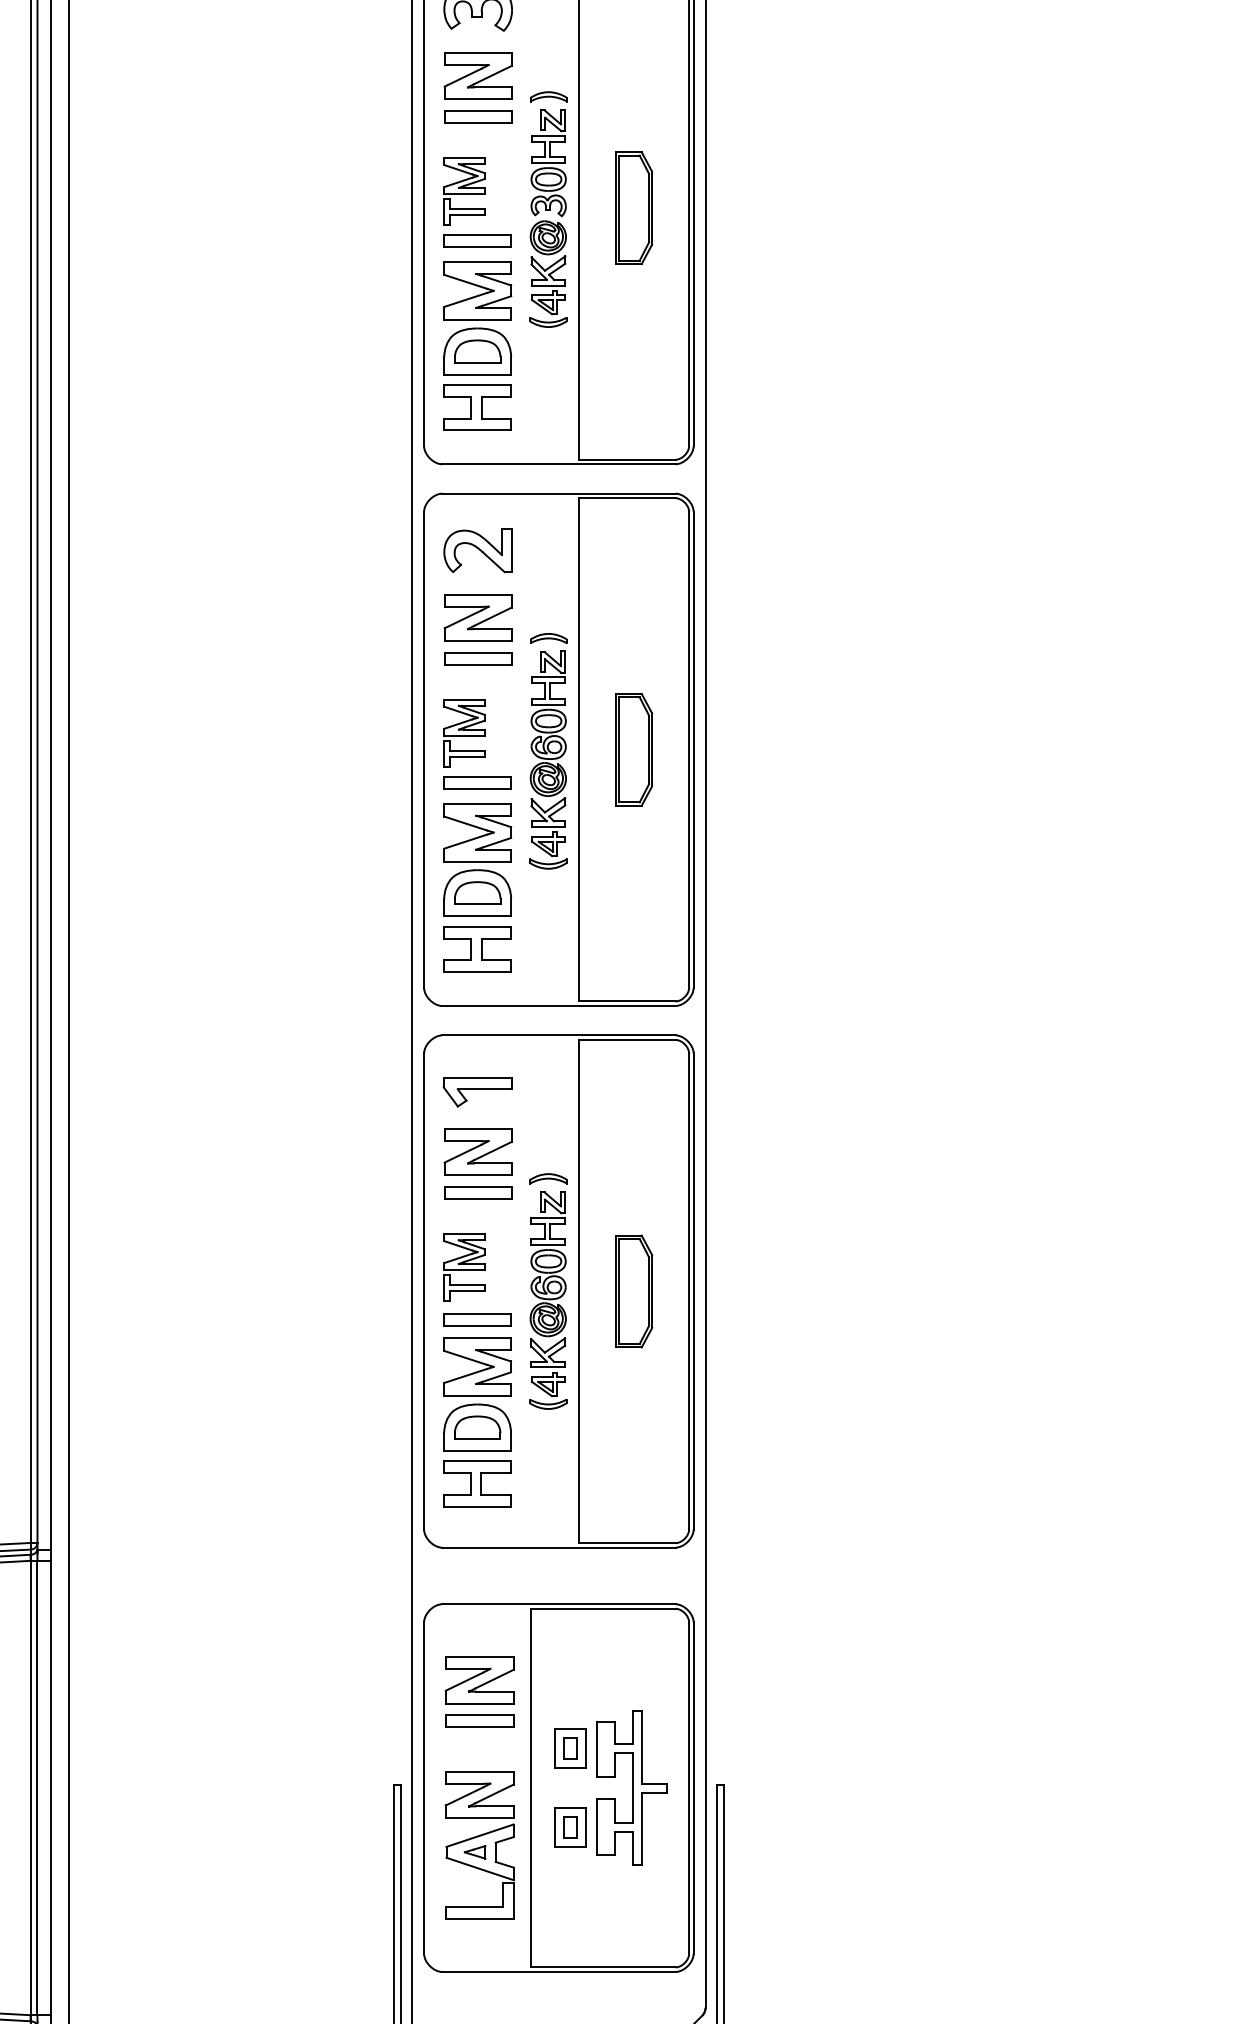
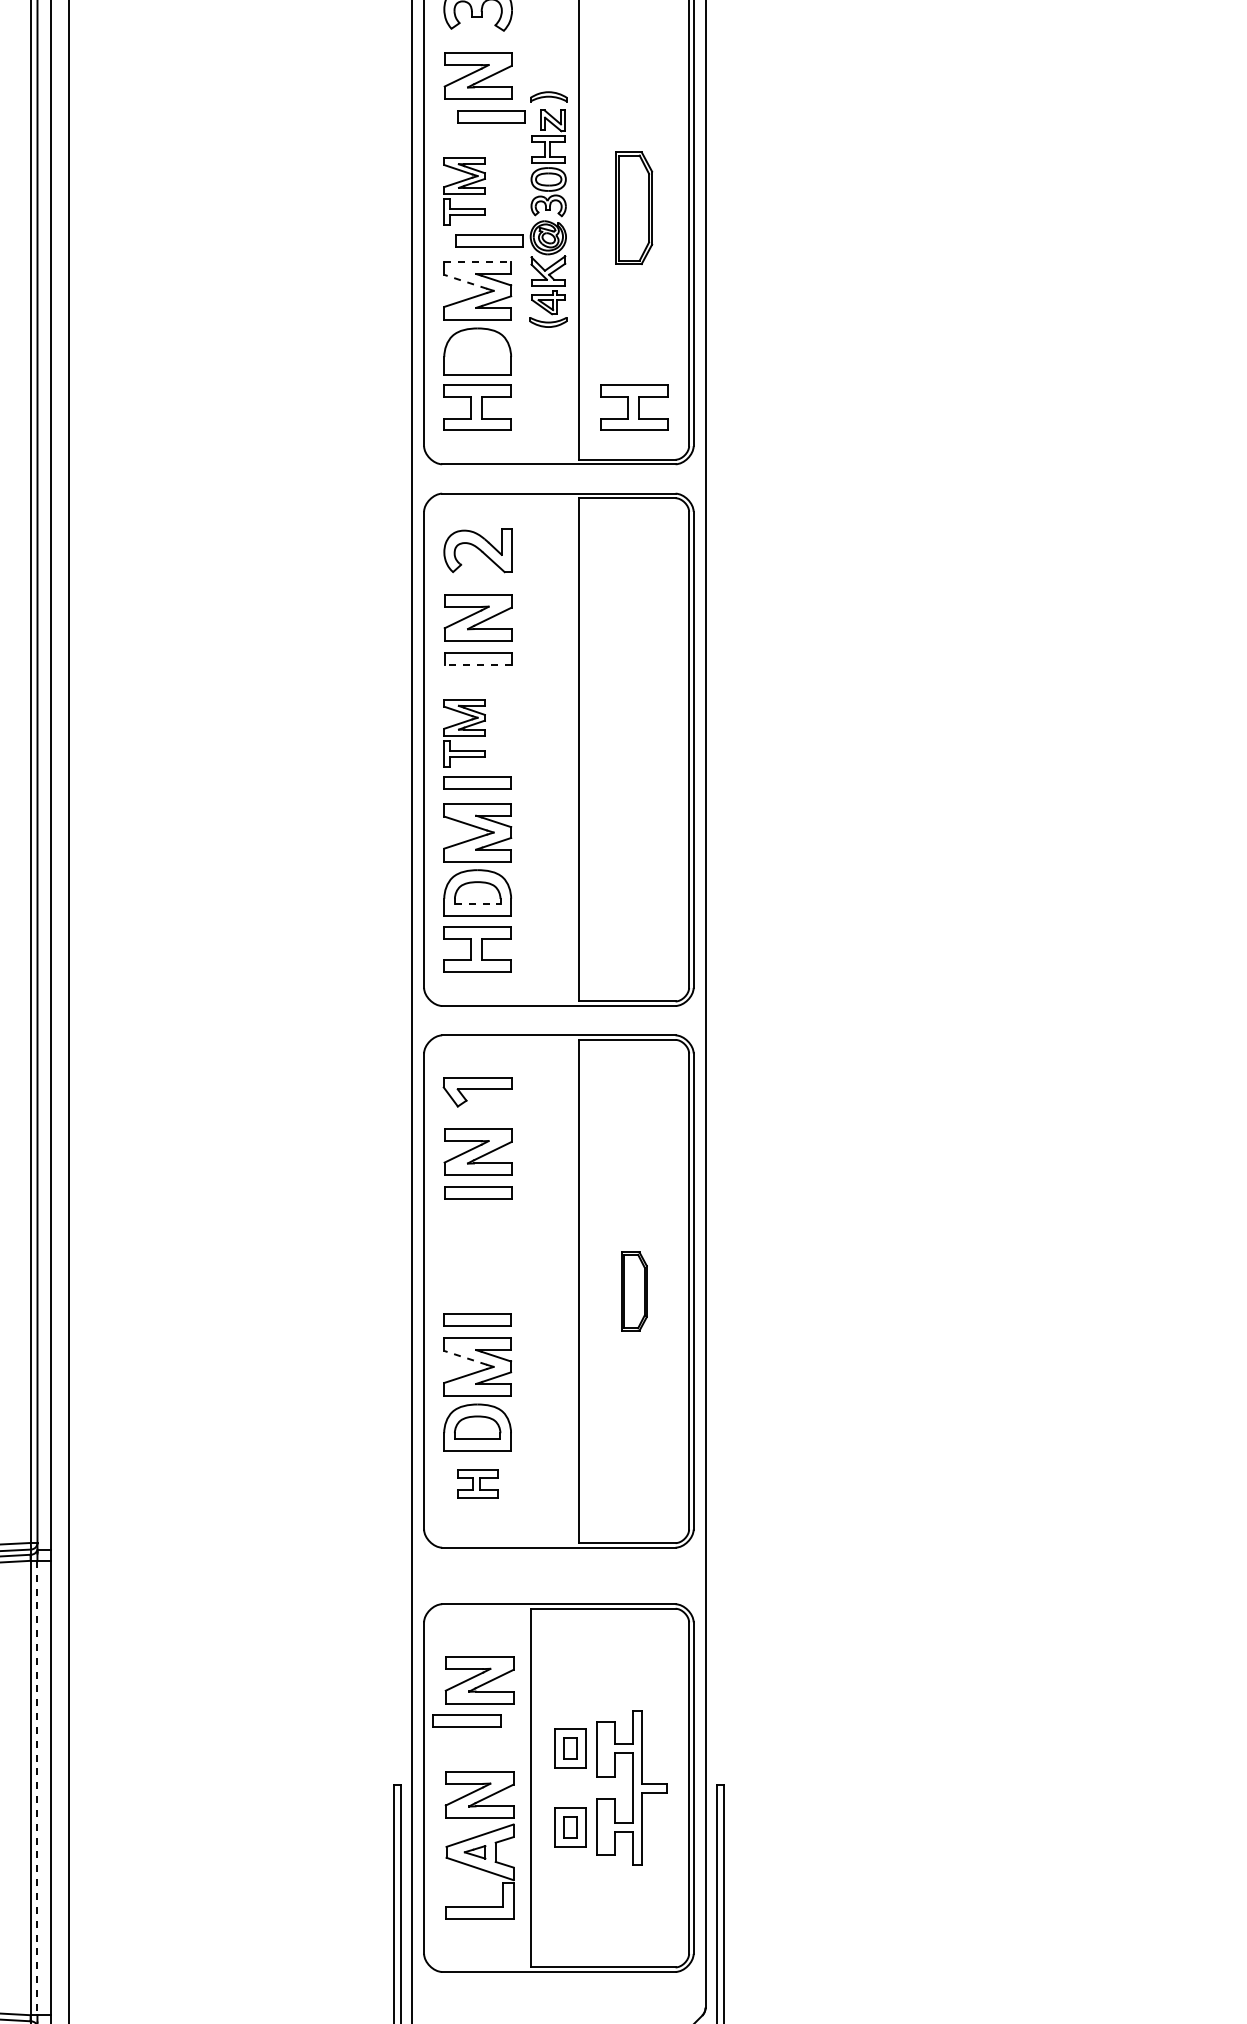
part at (478, 116) position: (478, 116) -> (491, 116)
part at (477, 240) position: (477, 240) -> (489, 240)
line at (478, 261): solid -> dashed
line at (465, 281): solid -> dashed
part at (477, 351): present -> none
part at (634, 407): none -> present
line at (477, 664): solid -> dashed
part at (634, 749): present -> none
part at (548, 751): present -> none
line at (477, 904): solid -> dashed
part at (464, 1267): present -> none
part at (548, 1291): present -> none
part at (634, 1291) size: 39x115 px -> 27x81 px
line at (465, 1357): solid -> dashed
part at (477, 1483) size: 69x48 px -> 42x30 px
part at (479, 1720) position: (479, 1720) -> (466, 1720)
line at (37, 1788): solid -> dashed
